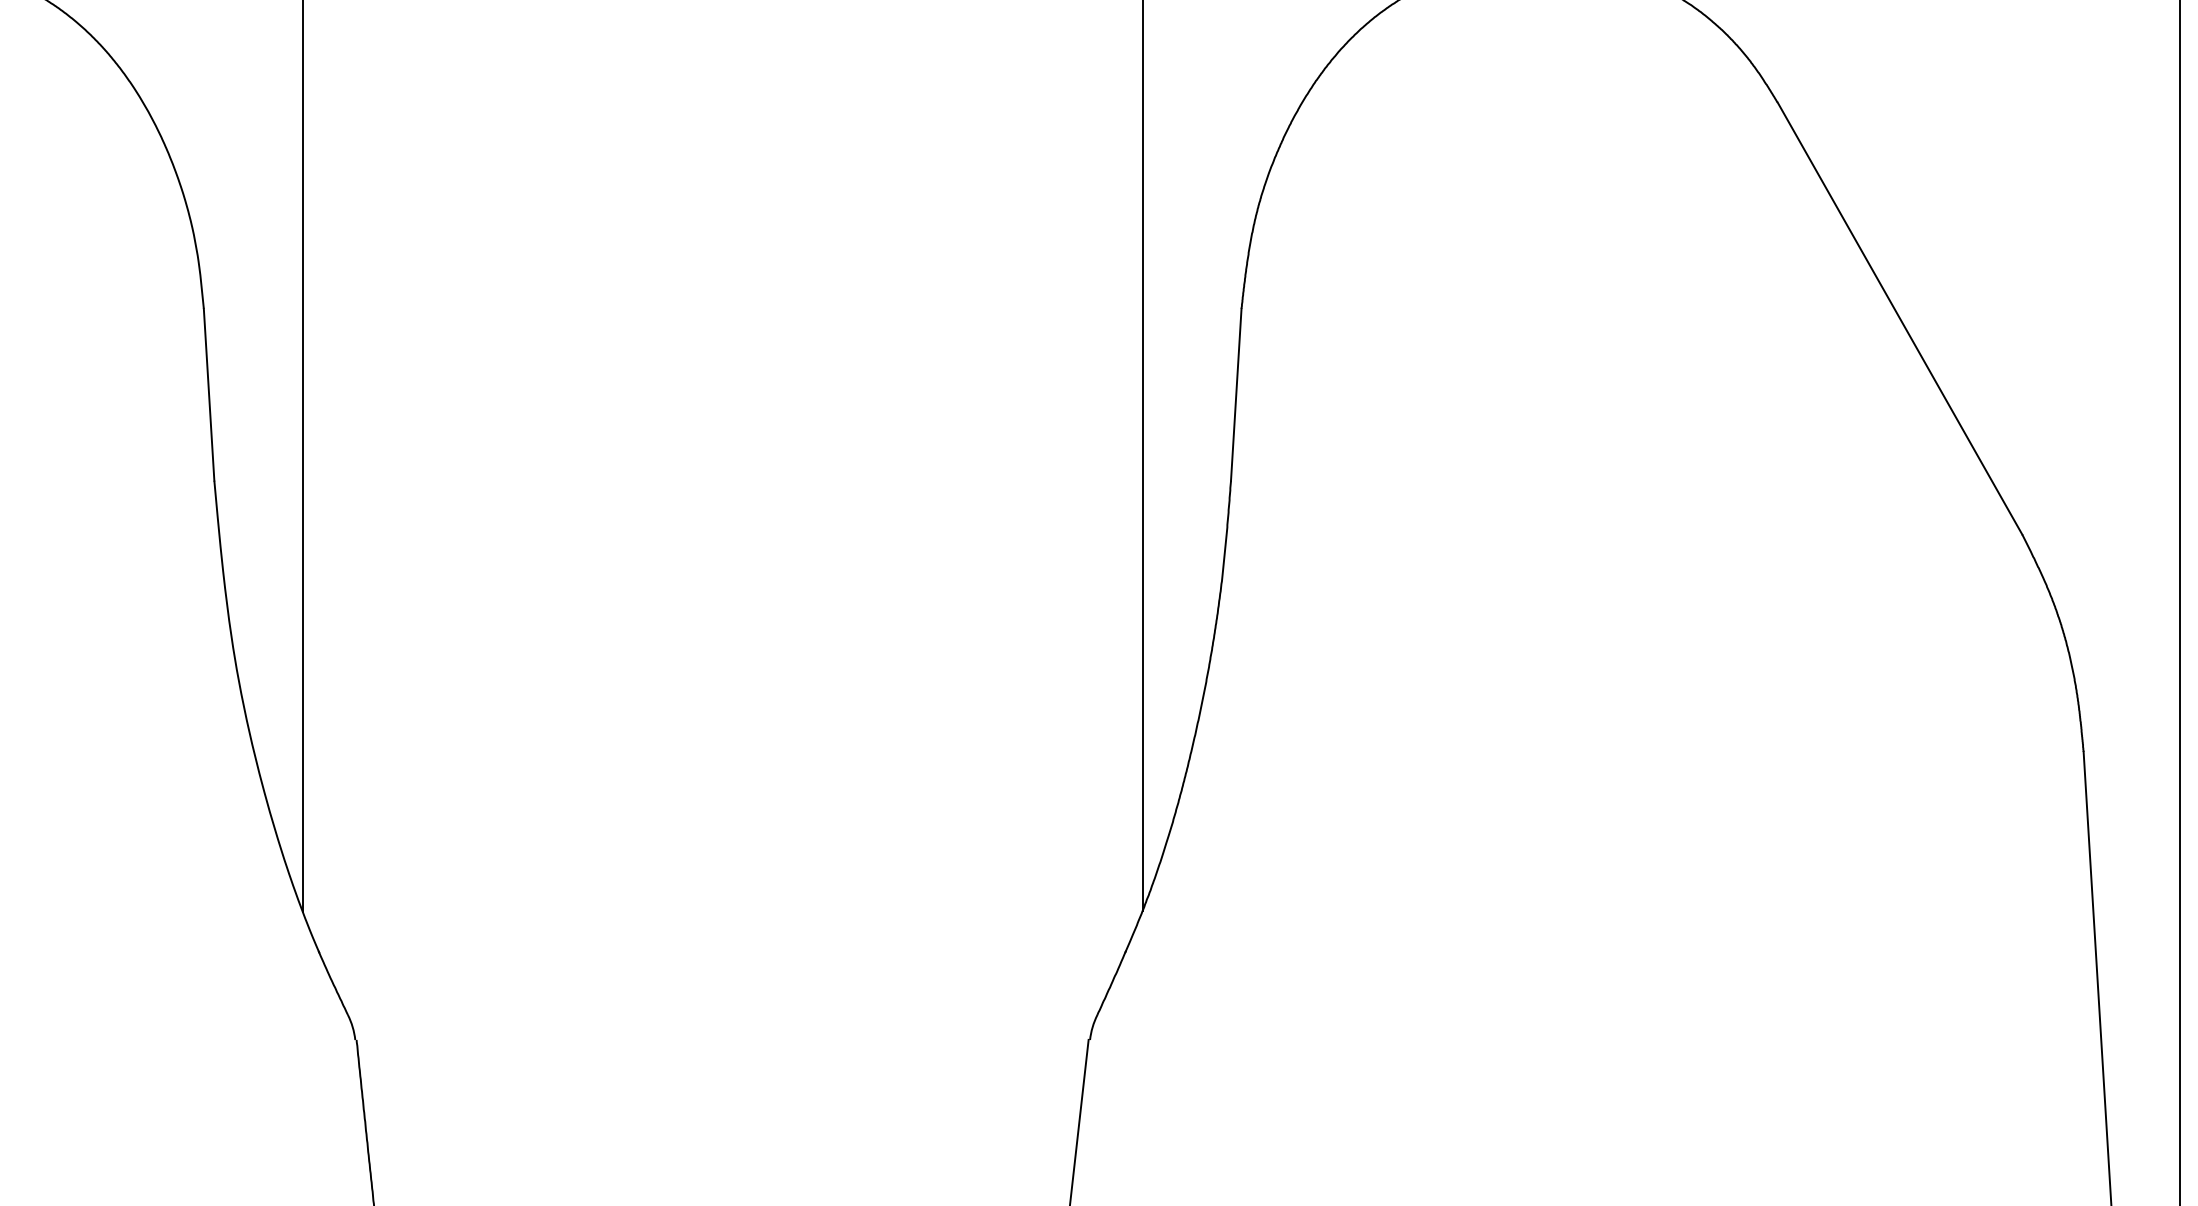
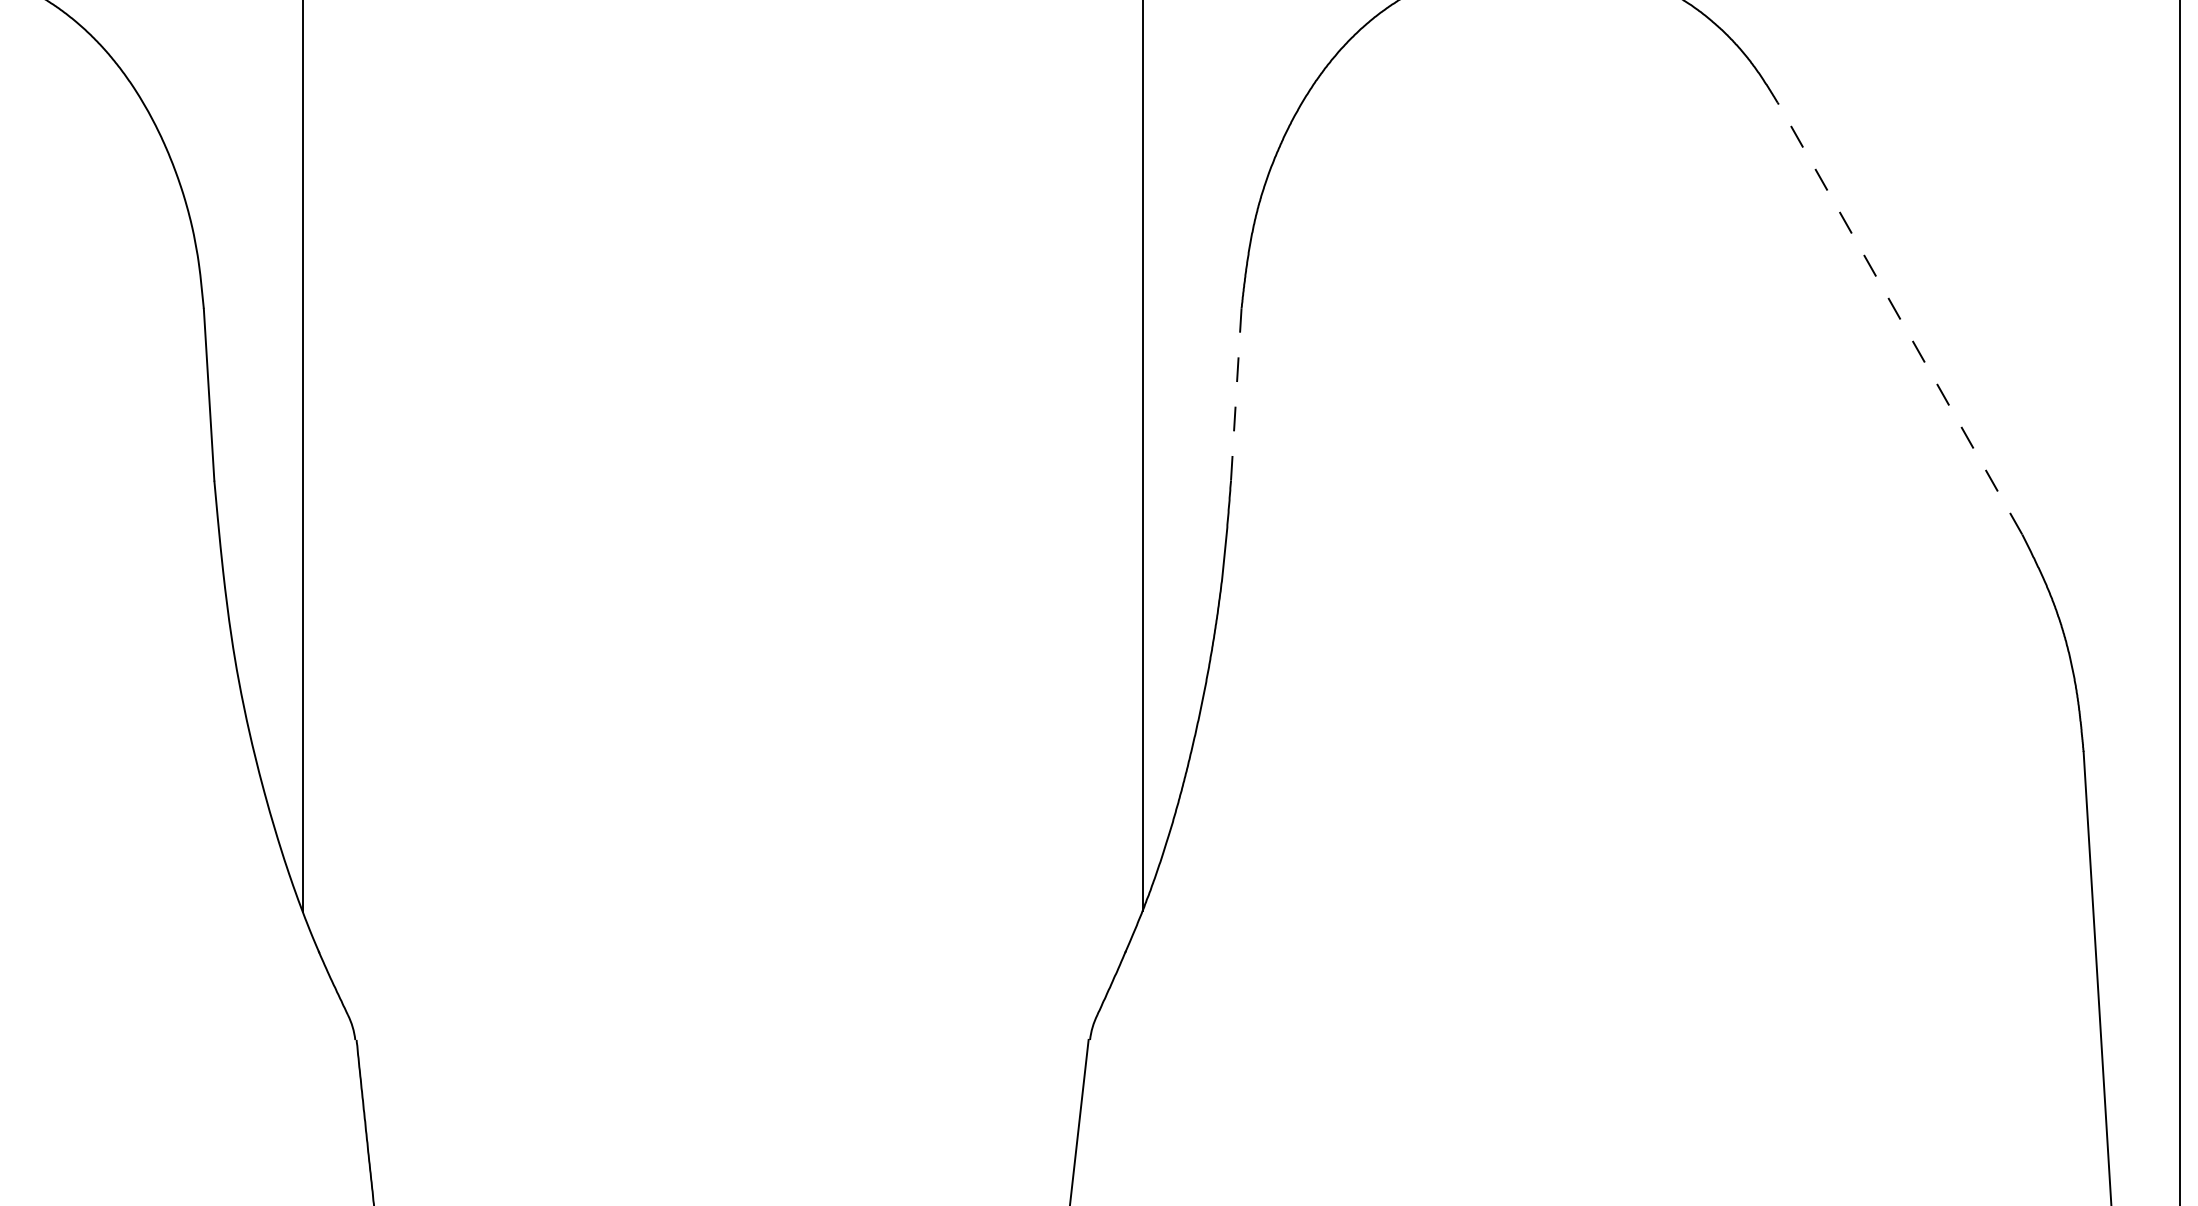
line at (1899, 318): solid -> dashed
line at (1236, 394): solid -> dashed
